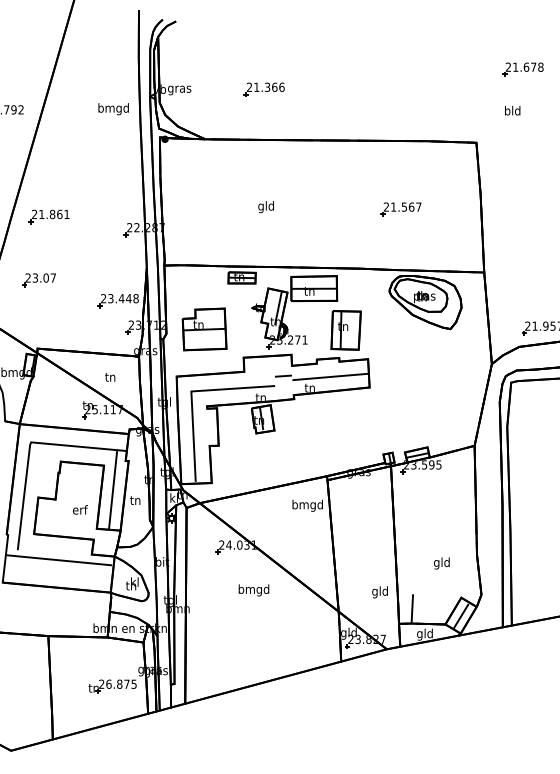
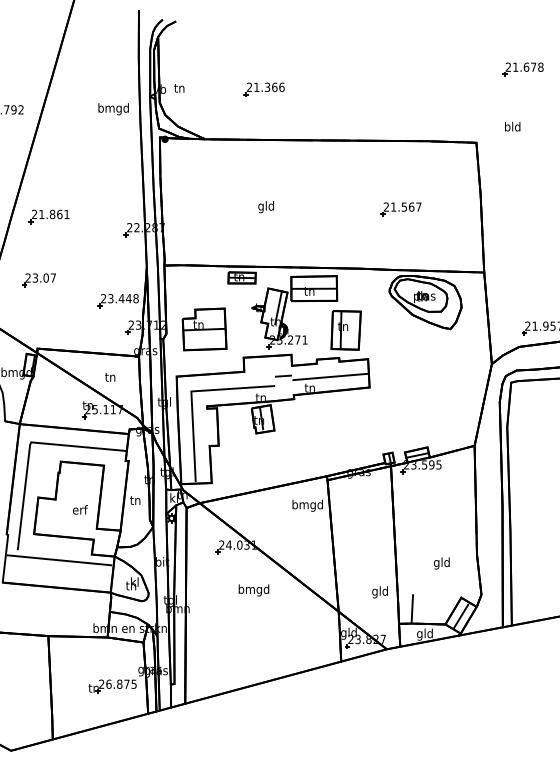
text at (179, 89): gras -> tn
text at (512, 110) position: (512, 110) -> (512, 126)
line at (113, 490): present -> none
